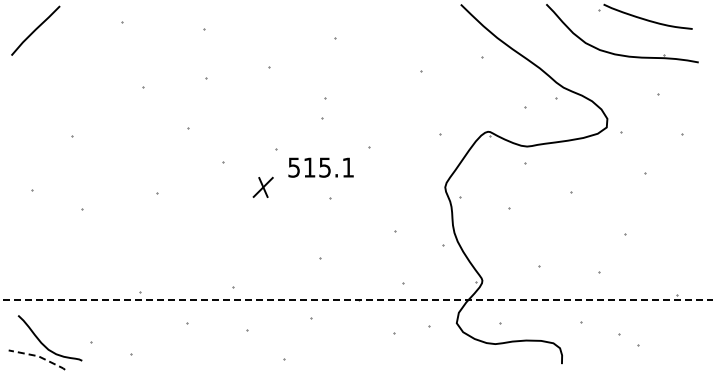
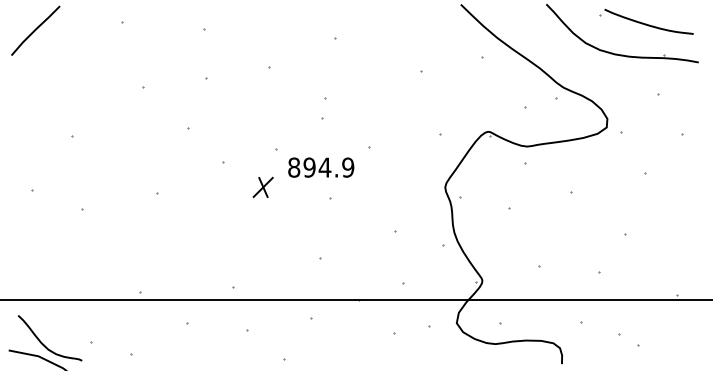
part at (645, 16) position: (645, 16) -> (646, 21)
text at (321, 167): 515.1 -> 894.9
line at (356, 300): dashed -> solid
line at (38, 356): dashed -> solid
